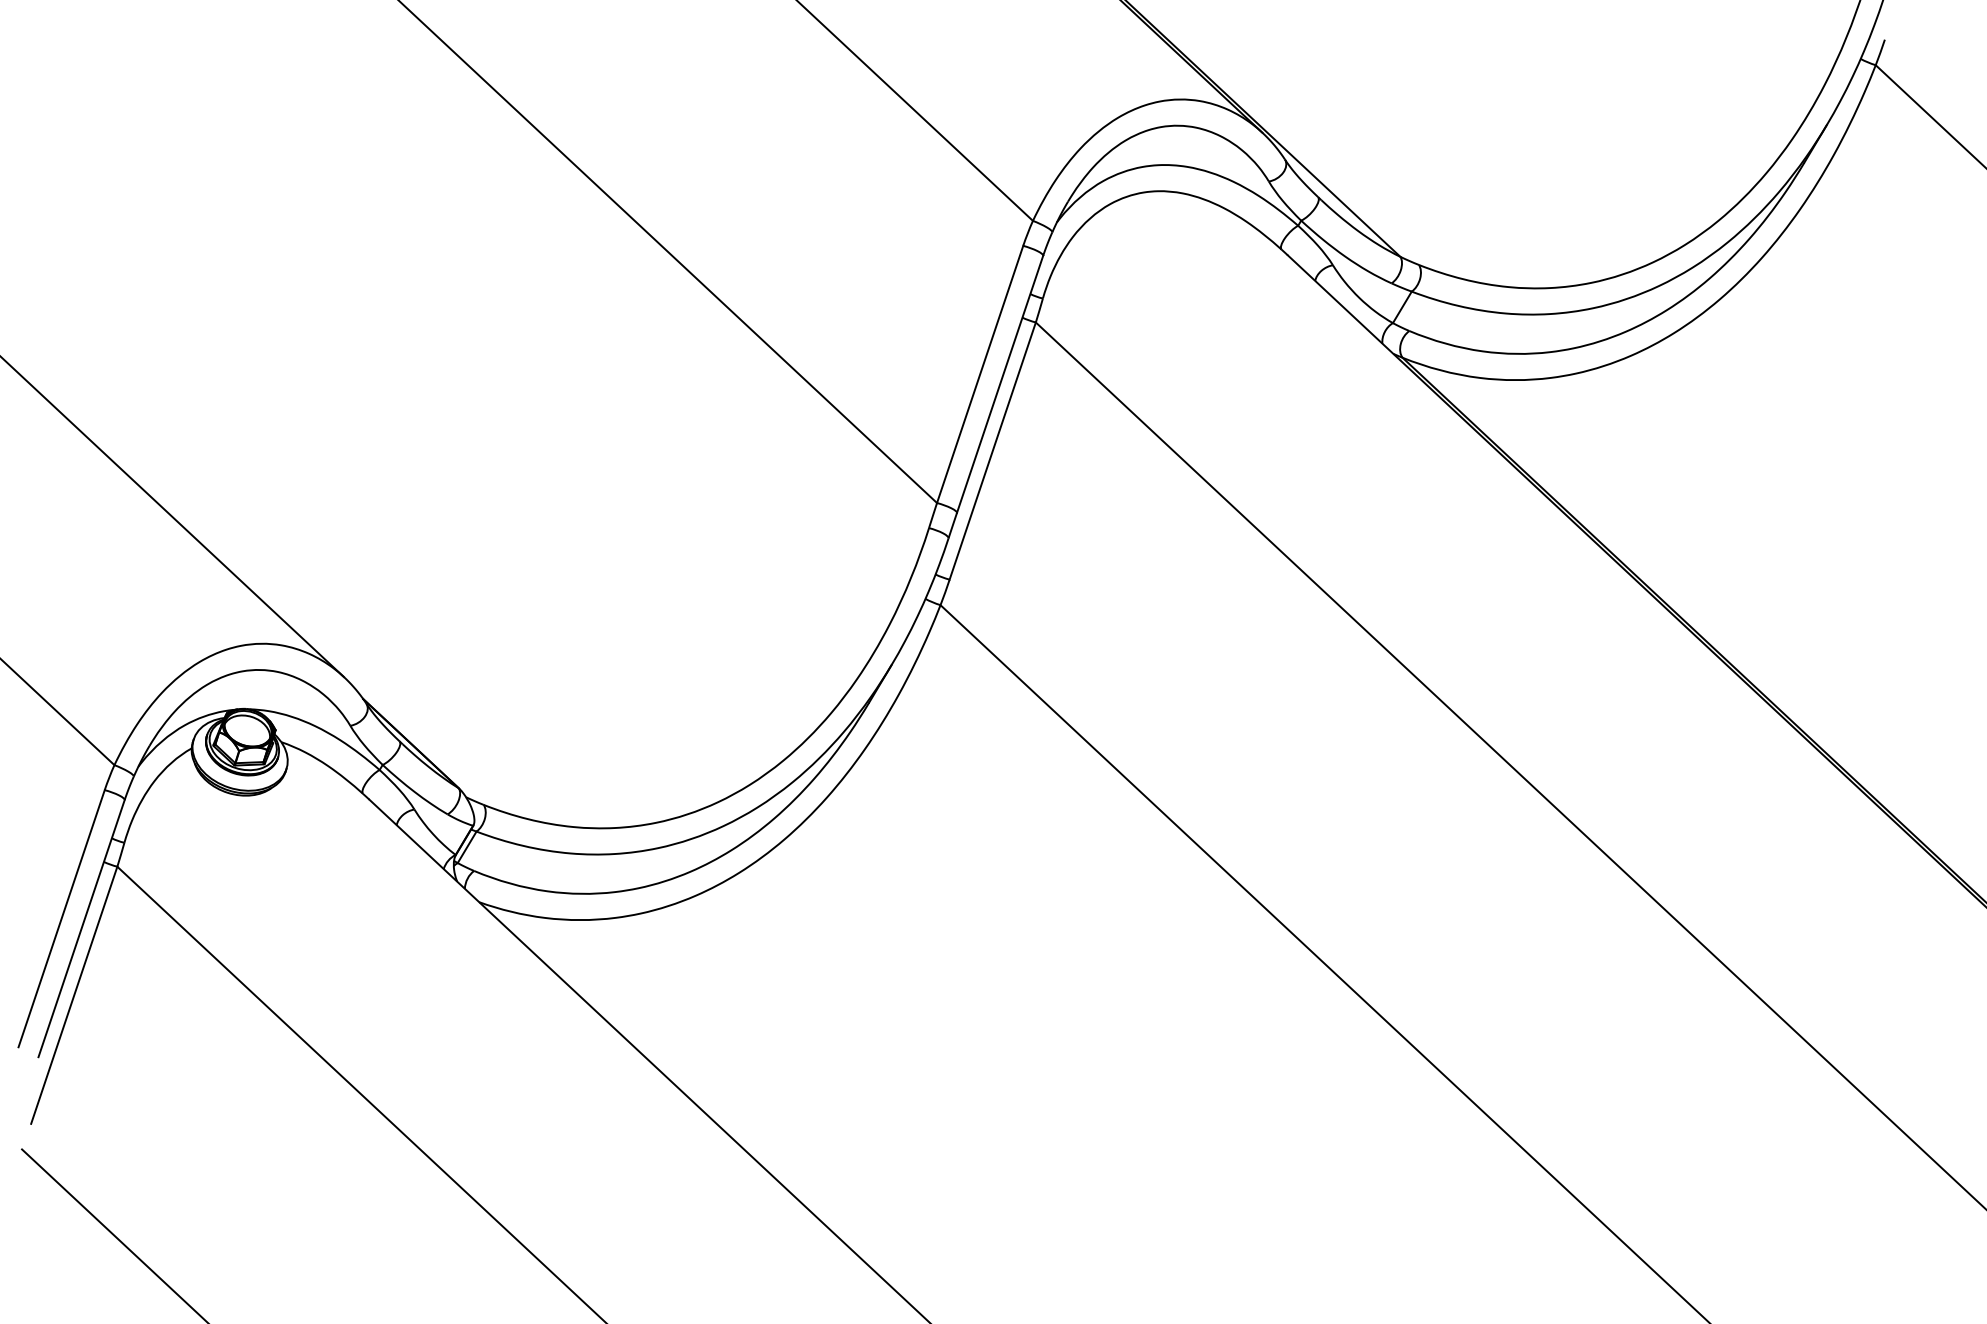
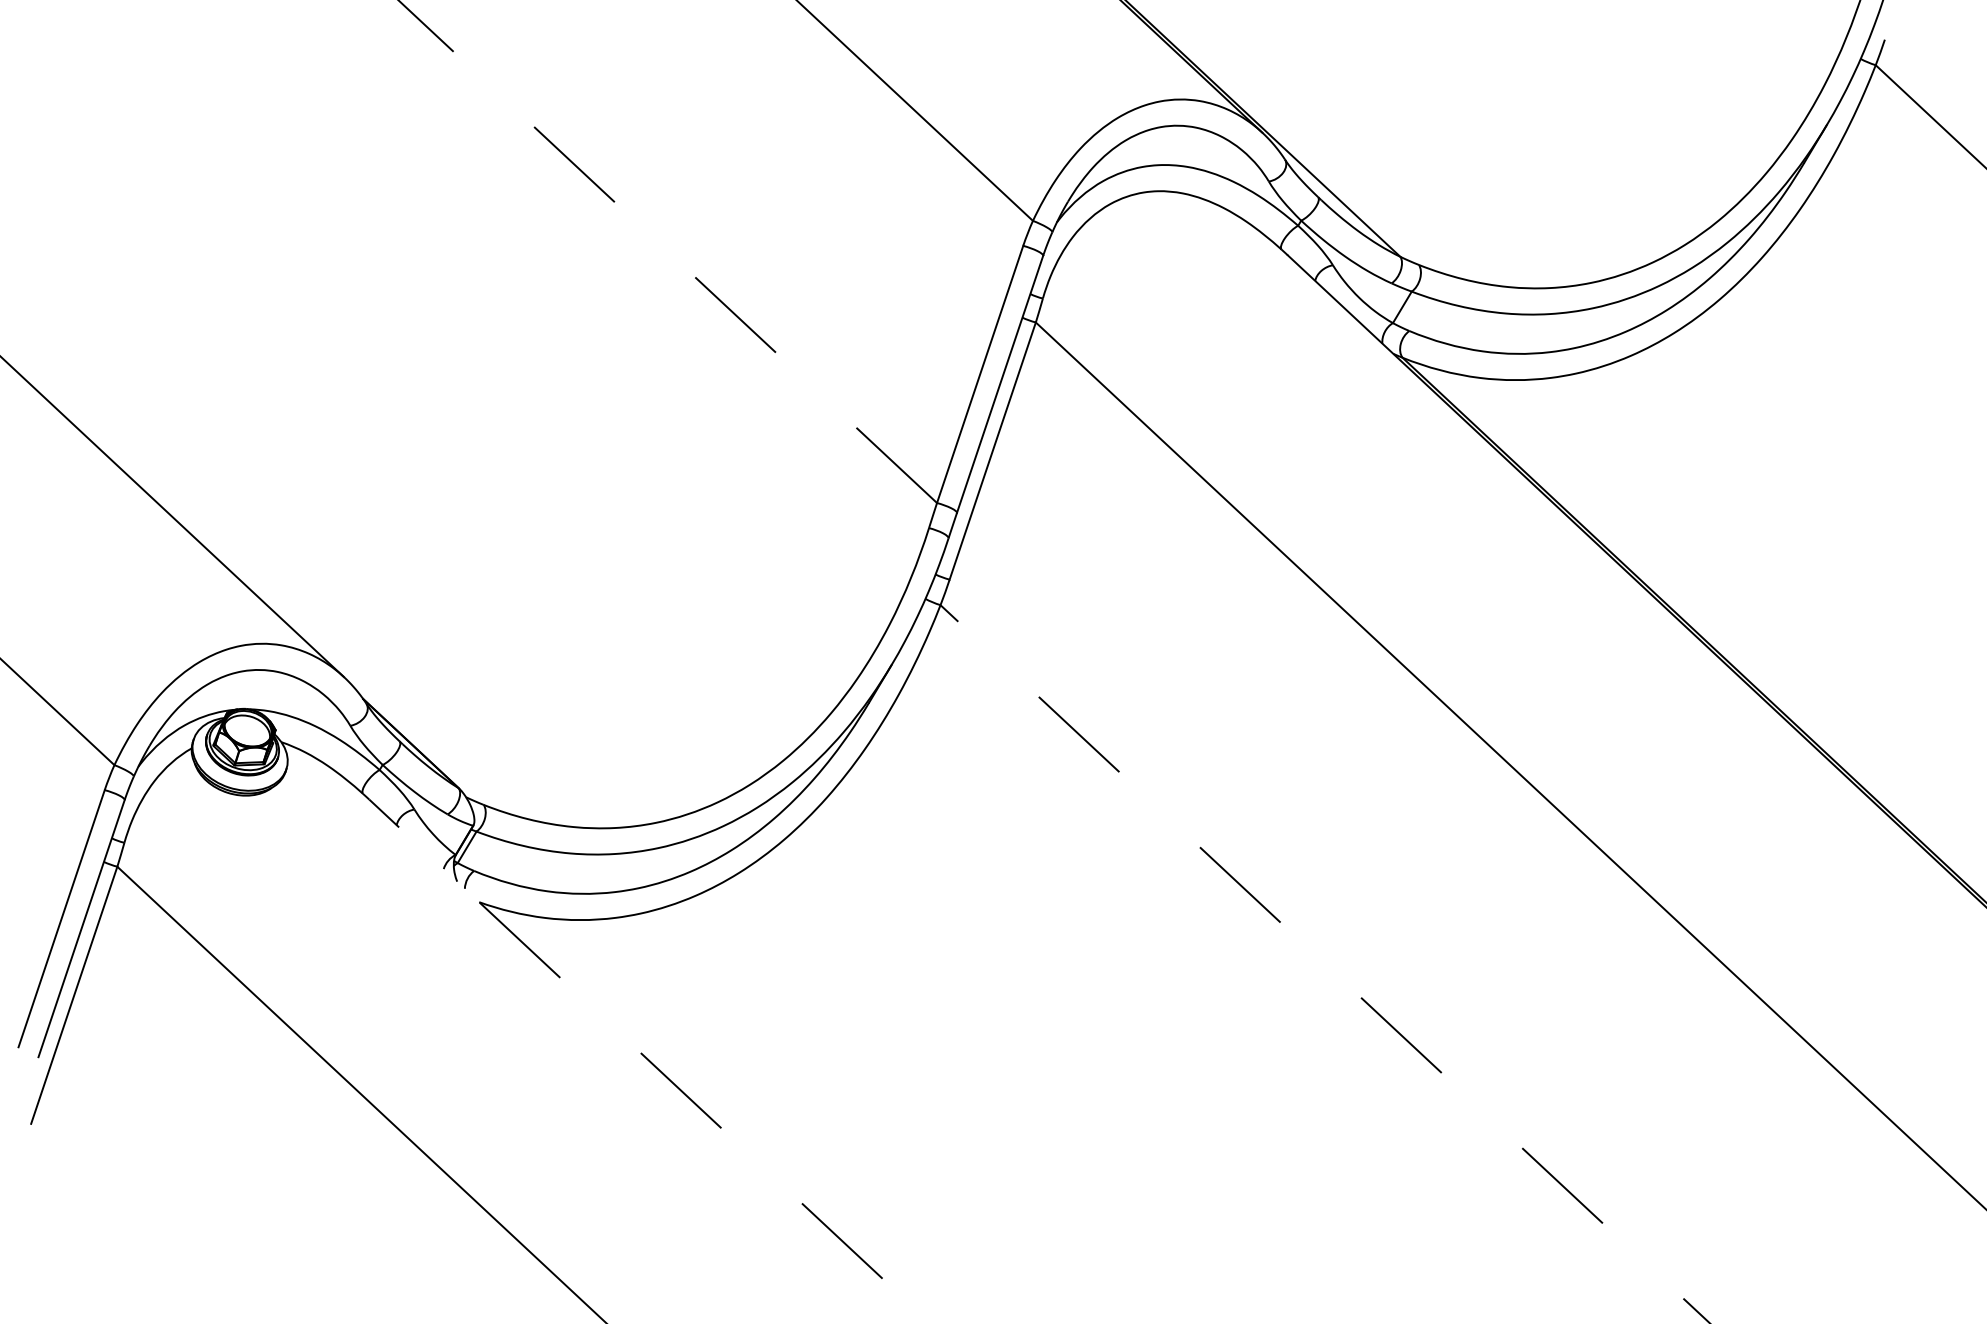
line at (667, 251): solid -> dashed
line at (1325, 964): solid -> dashed
line at (649, 1061): solid -> dashed
line at (113, 1234): present -> none
